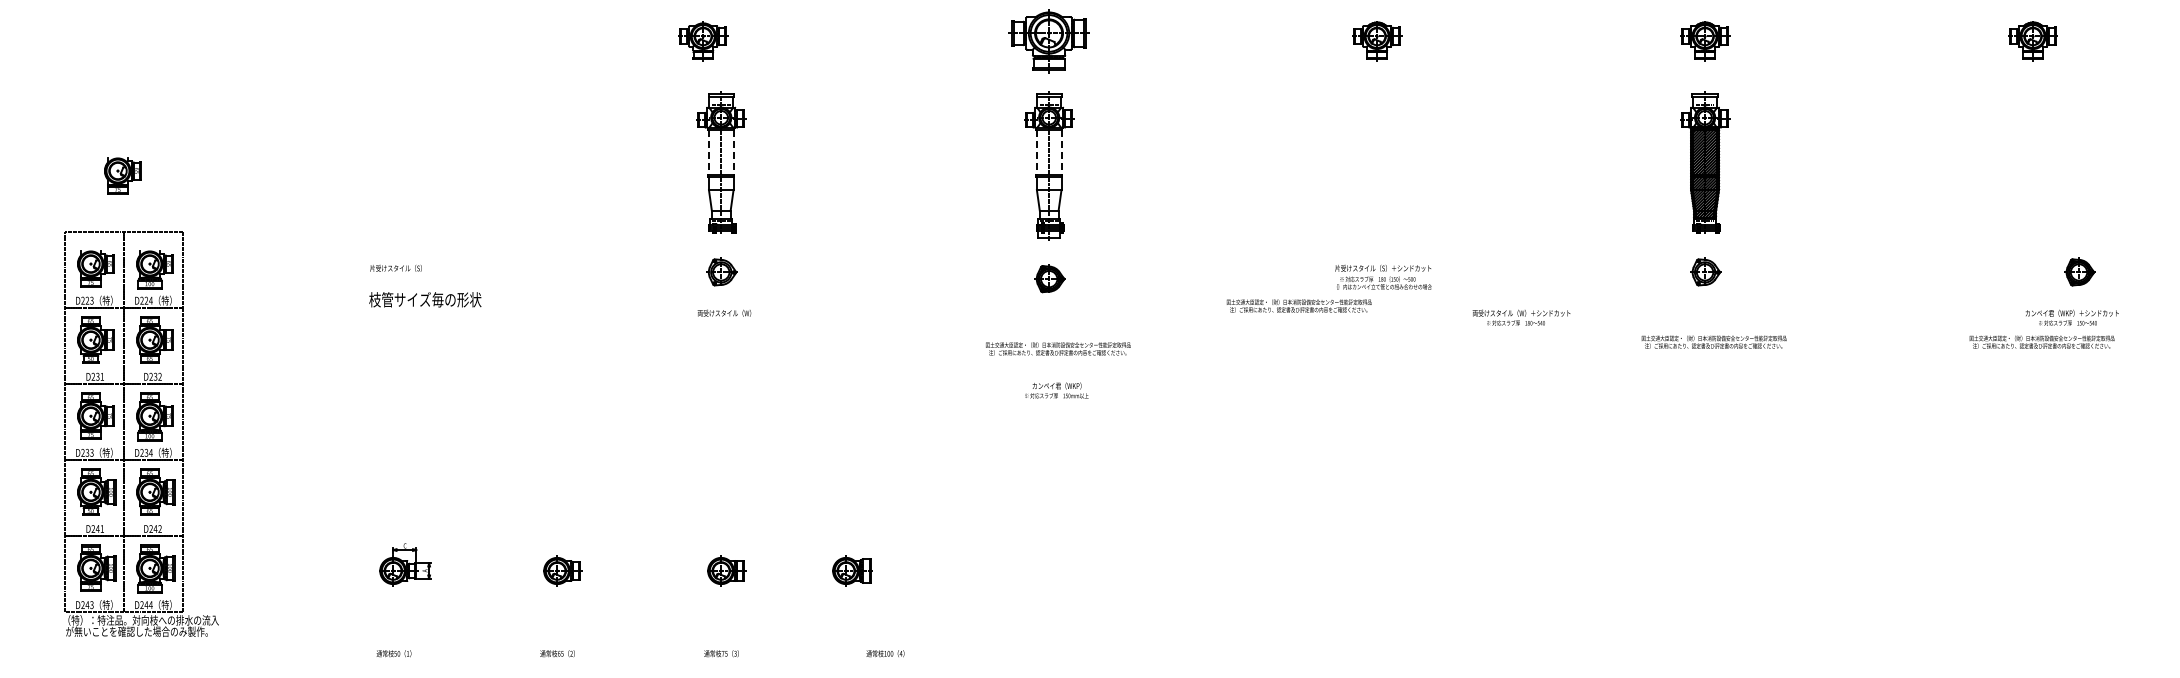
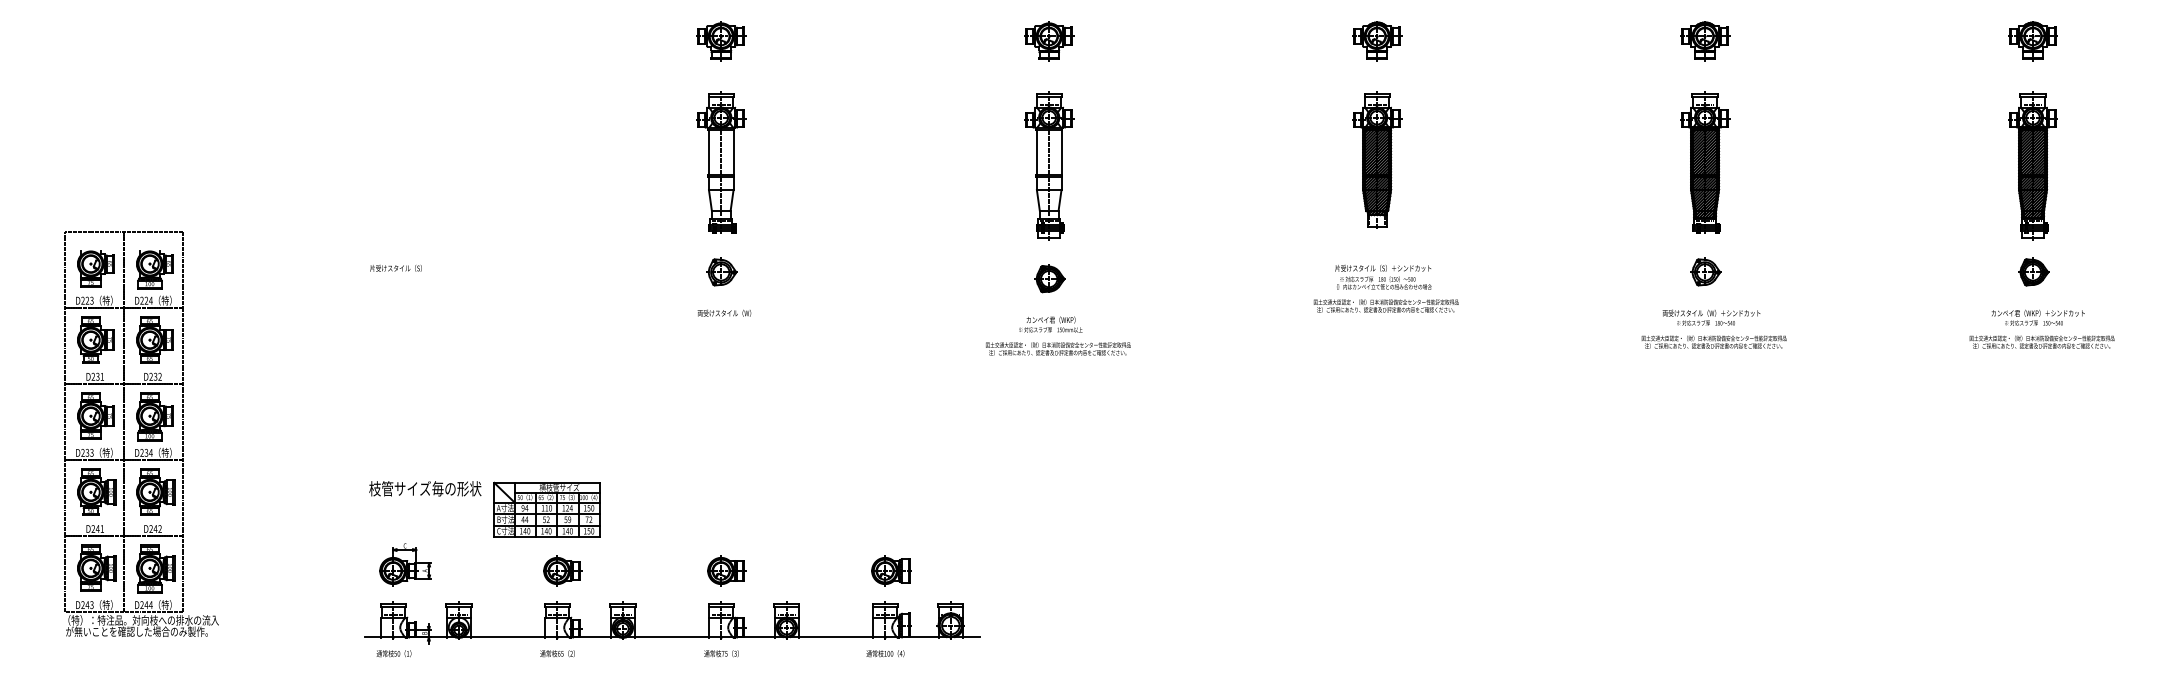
part at (703, 41) position: (703, 41) -> (721, 41)
part at (1048, 41) size: 82x65 px -> 51x41 px
line at (708, 152): dashed -> solid
line at (733, 152): dashed -> solid
line at (1036, 152): dashed -> solid
line at (1061, 152): dashed -> solid
part at (1377, 159): none -> present
part at (2032, 165): none -> present
part at (122, 175): present -> none
part at (2079, 271) position: (2079, 271) -> (2033, 271)
text at (425, 299) position: (425, 299) -> (425, 488)
text at (1298, 305) position: (1298, 305) -> (1385, 305)
text at (1521, 317) position: (1521, 317) -> (1711, 317)
text at (2071, 317) position: (2071, 317) -> (2037, 317)
text at (1056, 390) position: (1056, 390) -> (1050, 324)
part at (546, 509): none -> present
part at (852, 570) position: (852, 570) -> (891, 570)
part at (672, 636): none -> present
